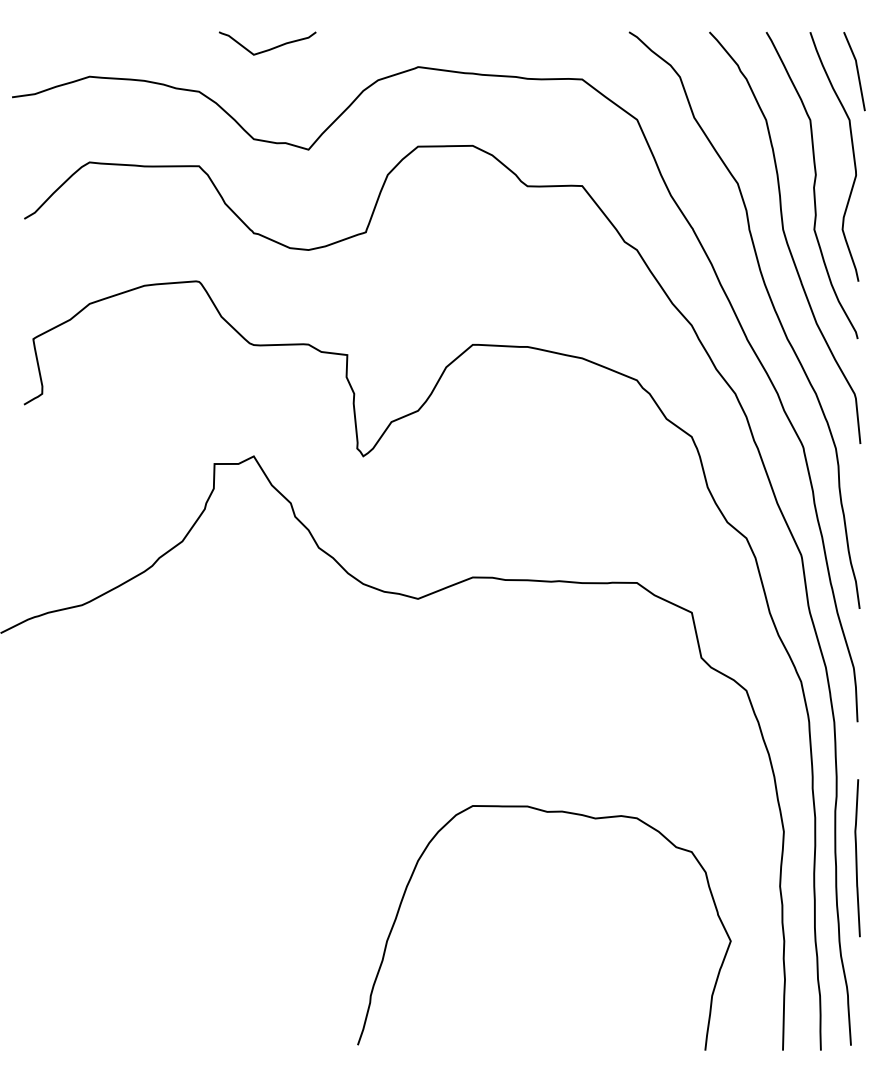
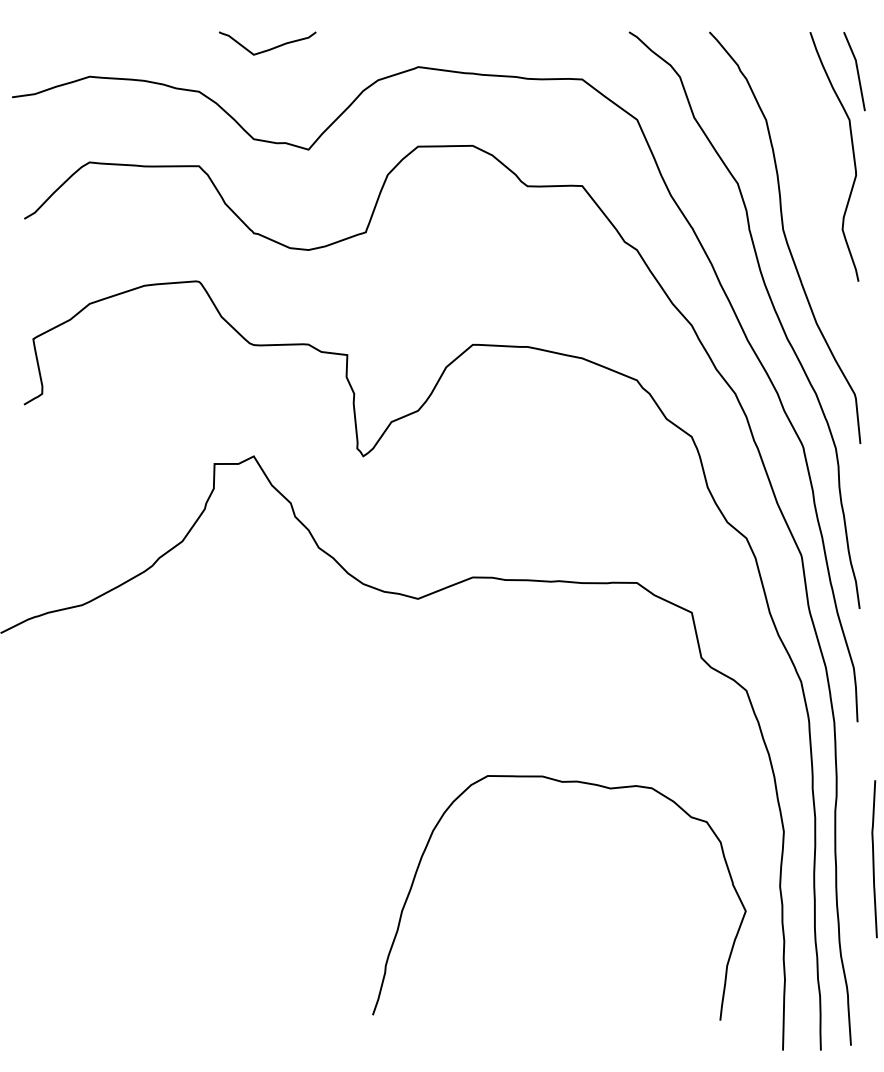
curve at (813, 185): present -> none
curve at (544, 812) position: (544, 812) -> (559, 782)
curve at (857, 858) position: (857, 858) -> (874, 859)
